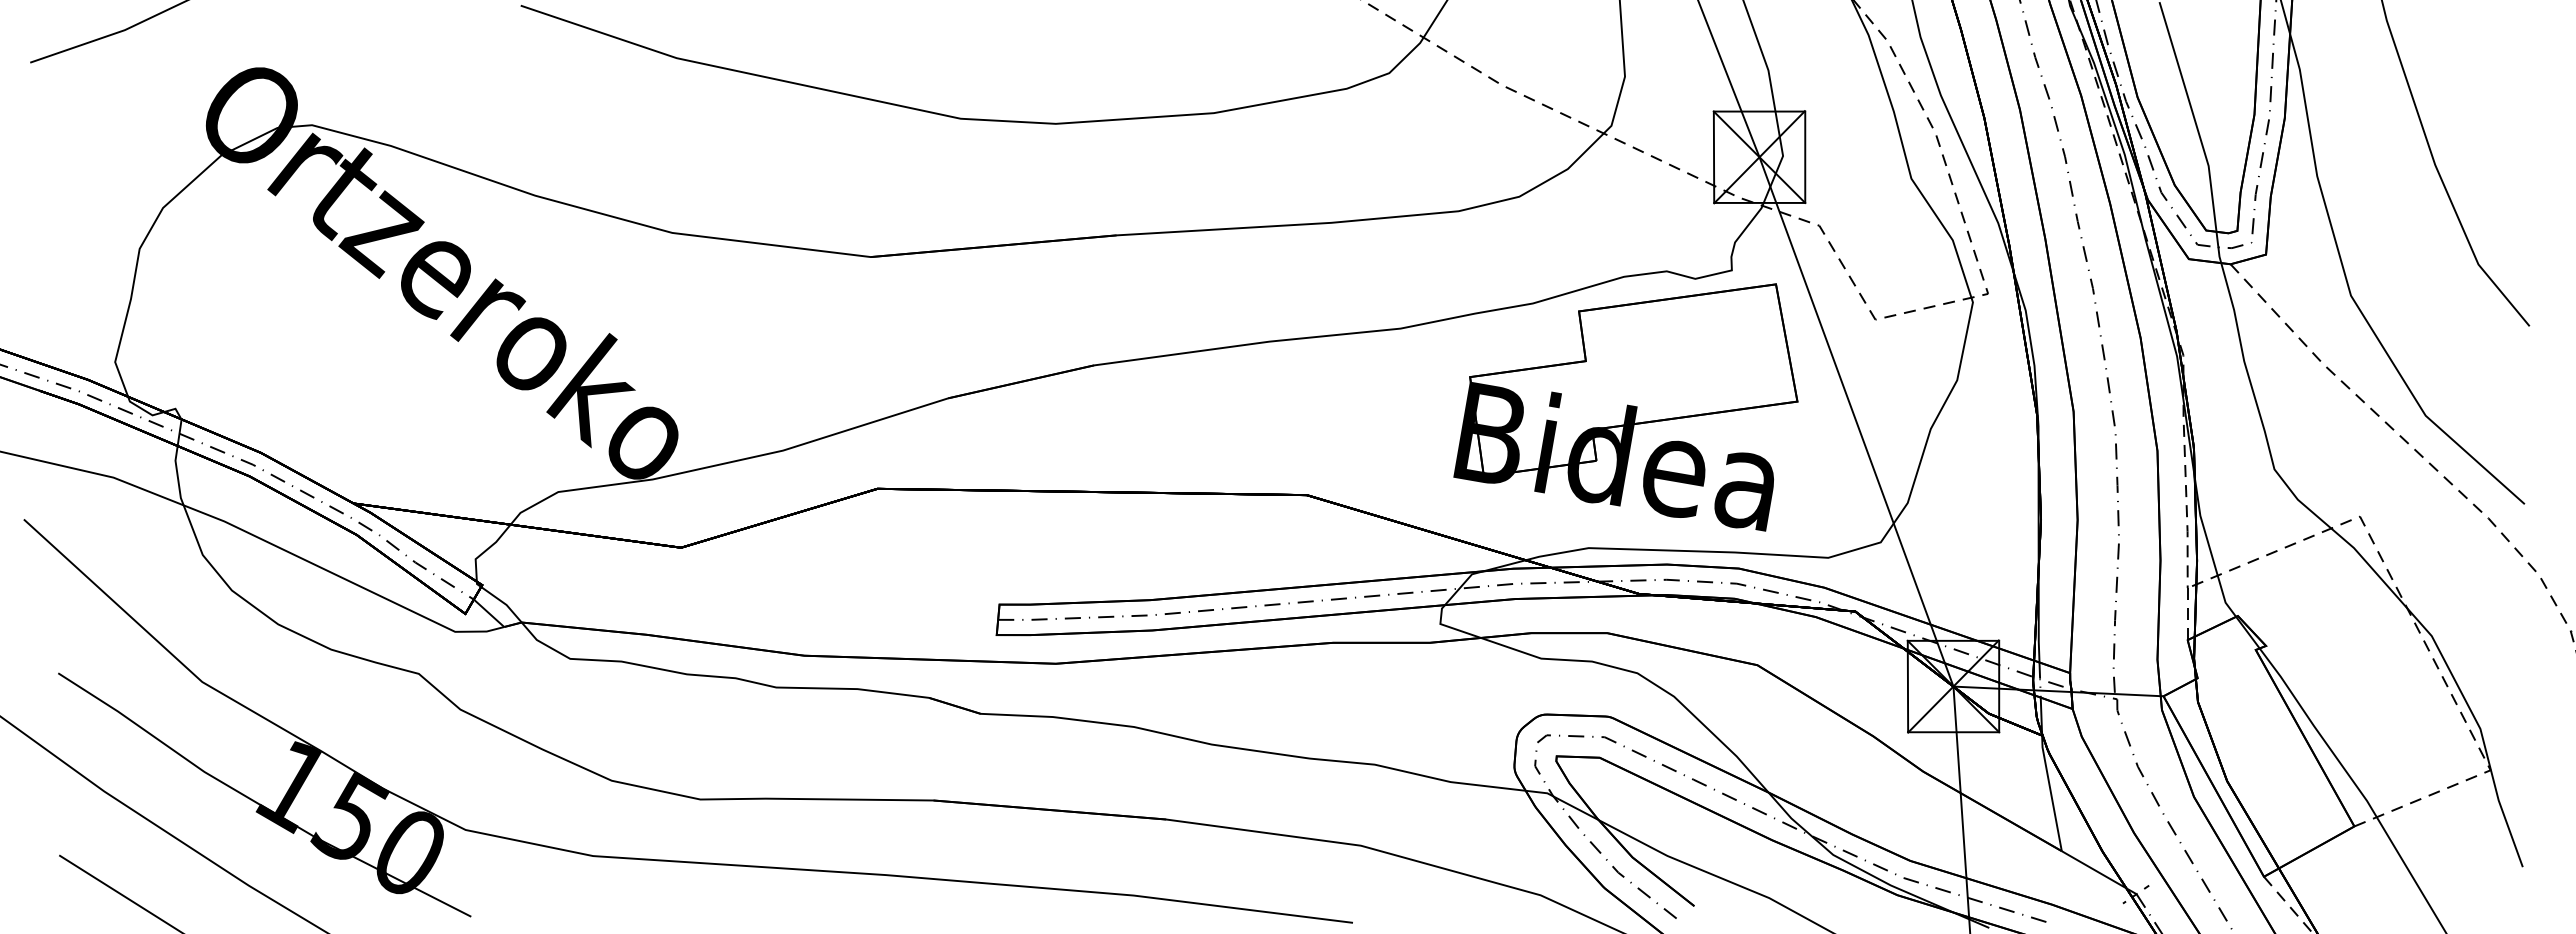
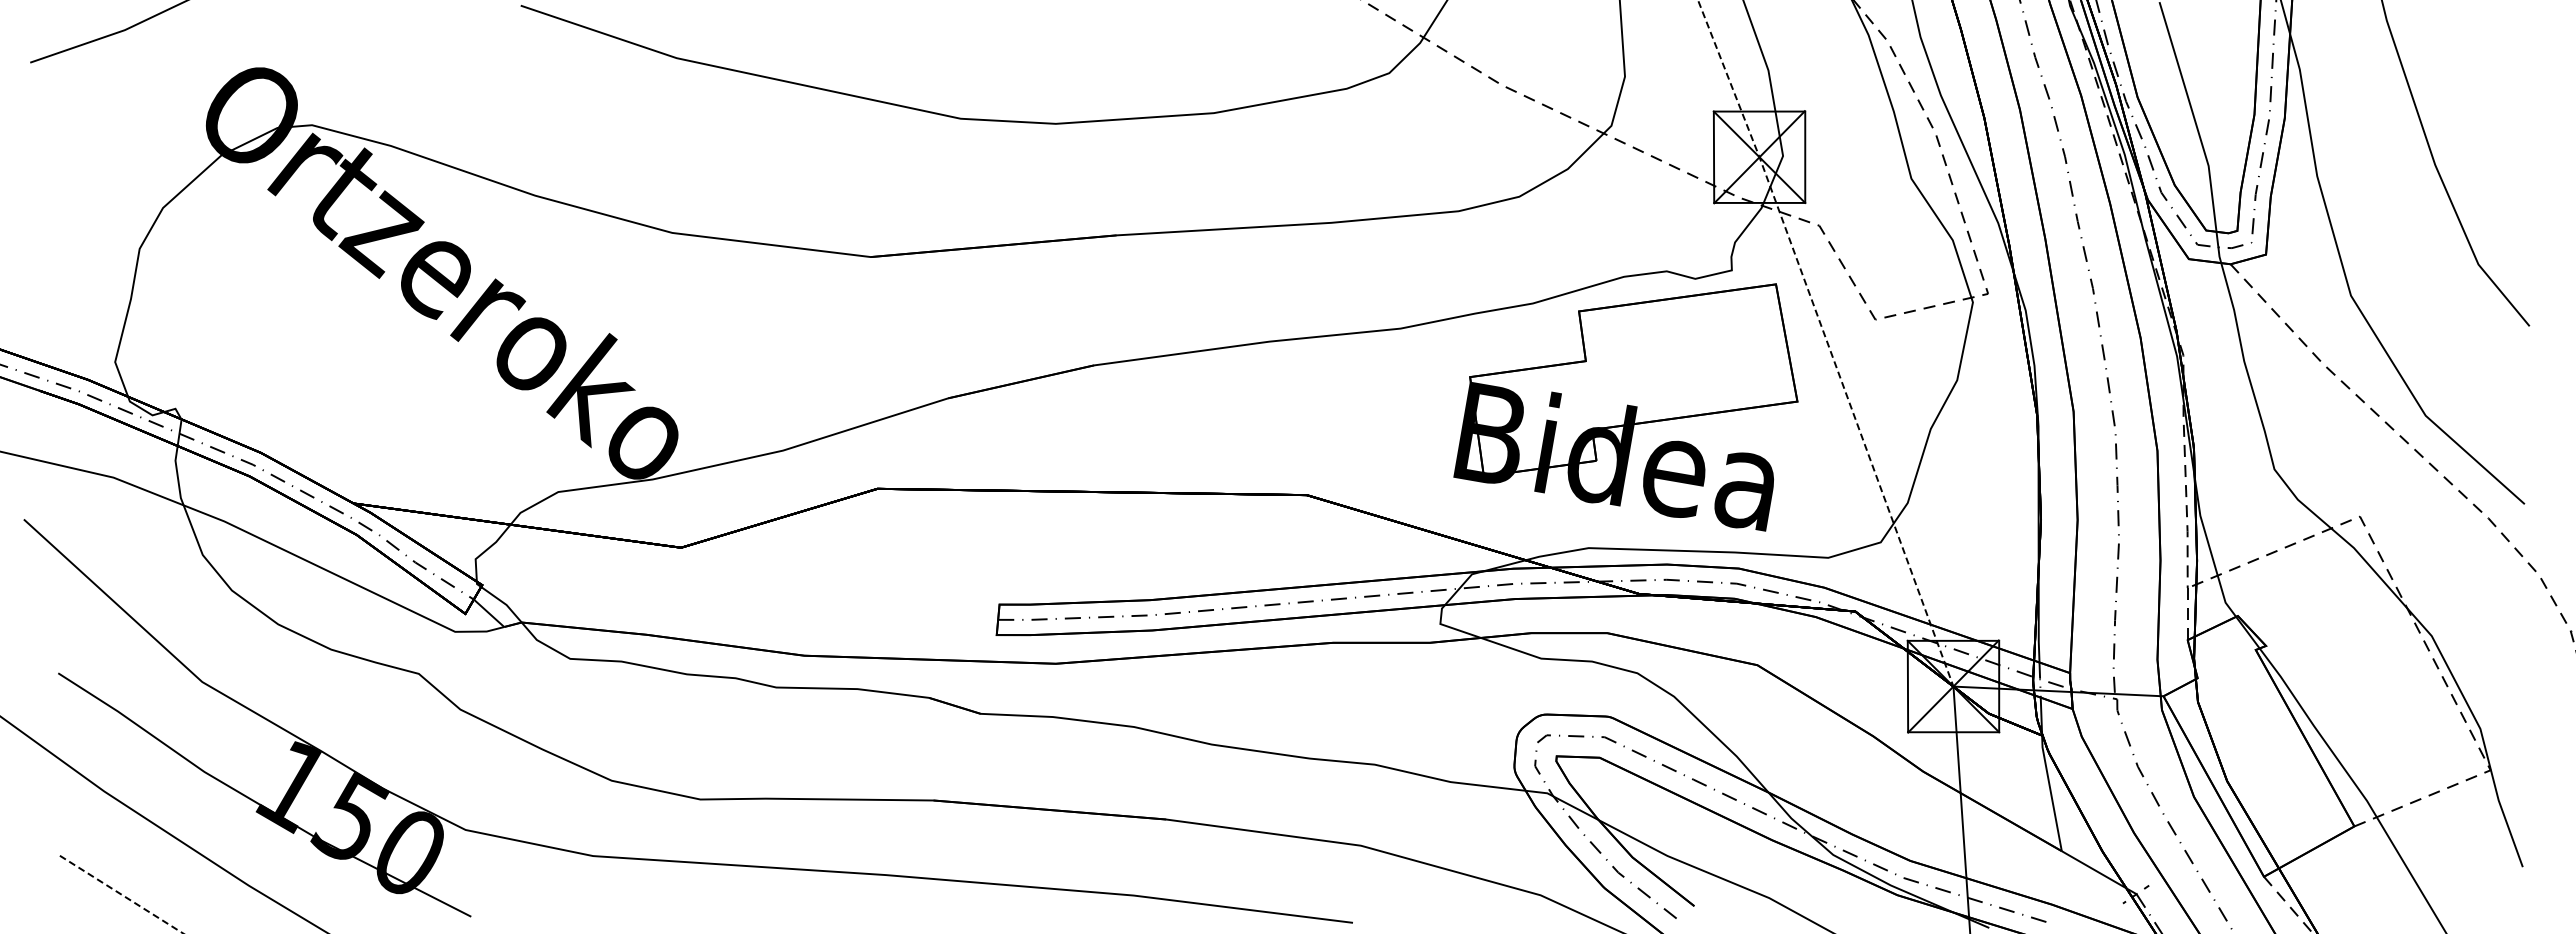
line at (1827, 342): solid -> dashed
line at (120, 894): solid -> dashed
